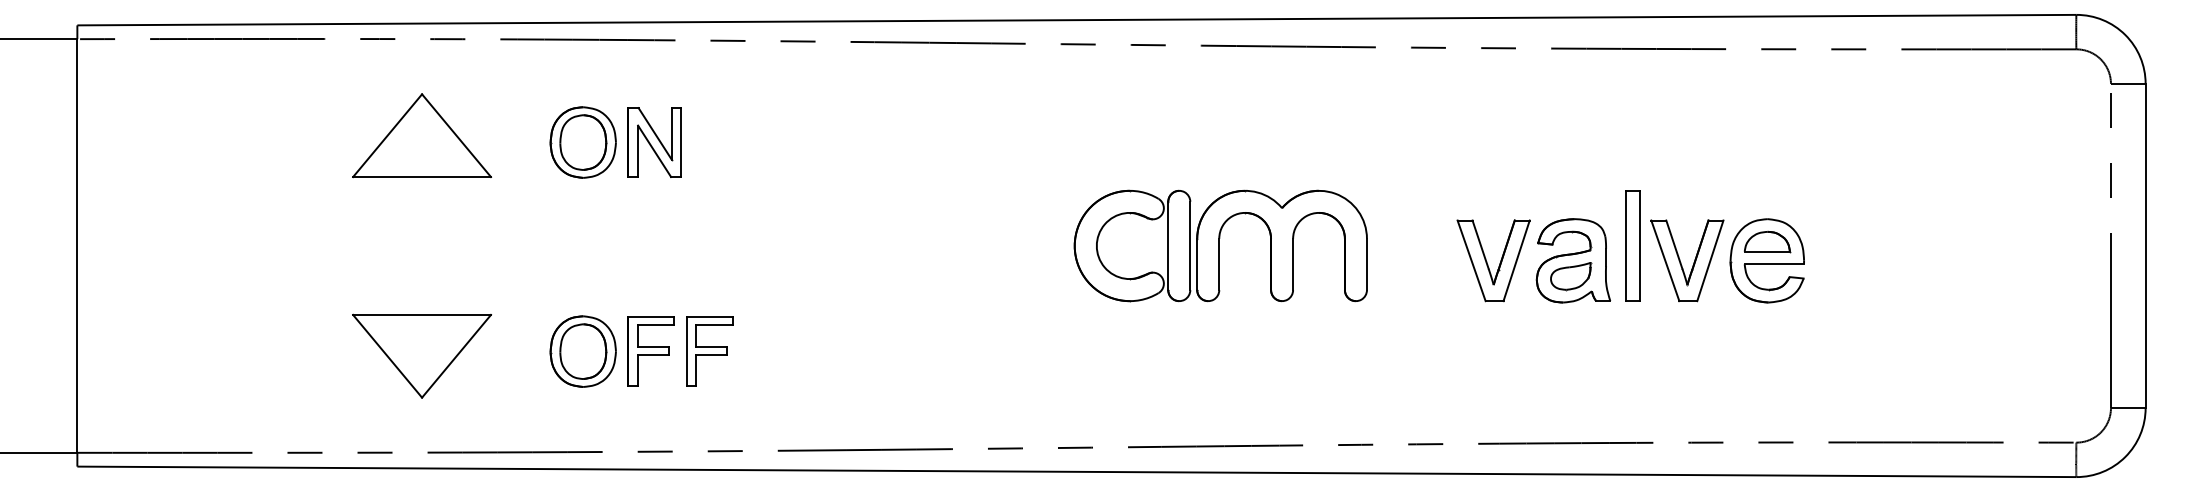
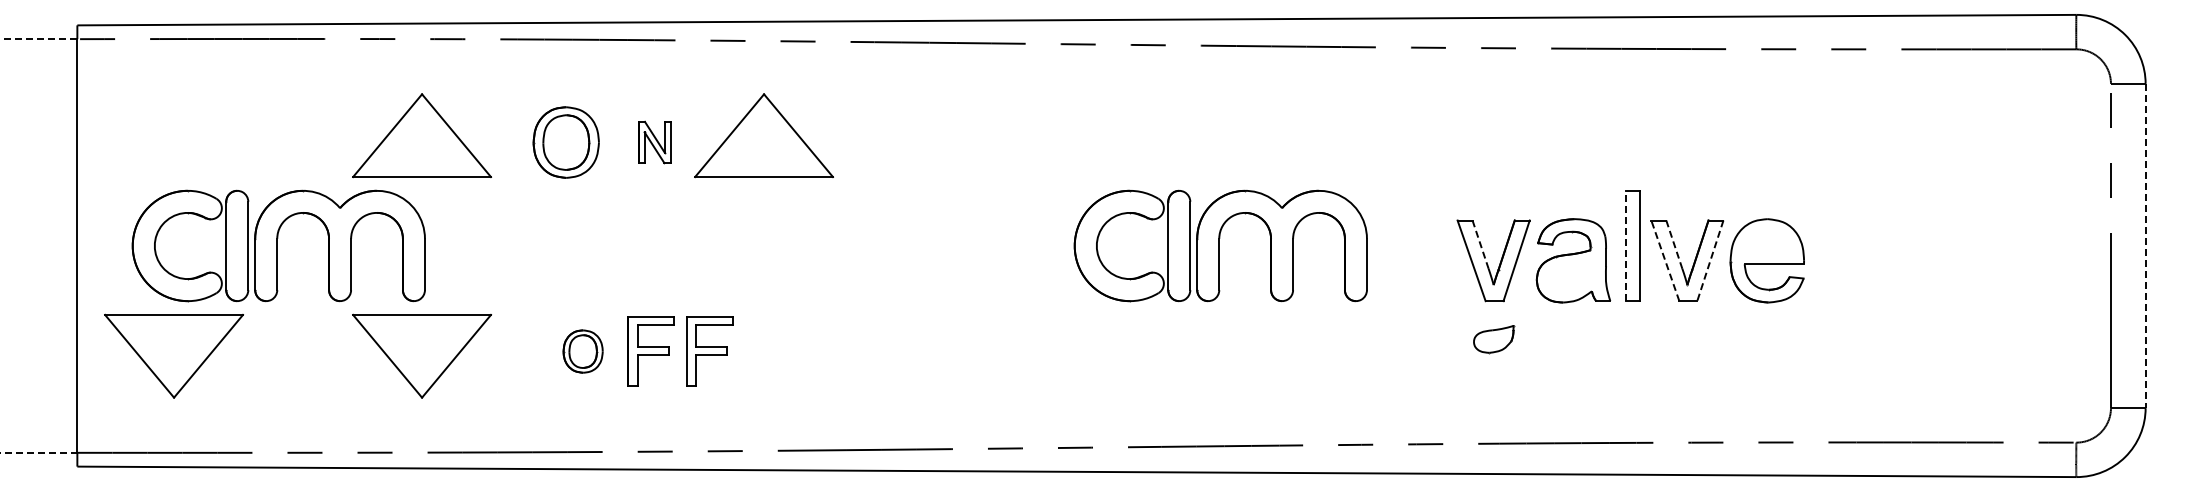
line at (38, 39): solid -> dashed
part at (763, 135): none -> present
part at (582, 142) position: (582, 142) -> (565, 142)
part at (654, 142) size: 55x71 px -> 34x45 px
part at (1767, 241): present -> none
part at (278, 245): none -> present
line at (1480, 245): solid -> dashed
line at (1625, 245): solid -> dashed
line at (1674, 245): solid -> dashed
line at (2145, 246): solid -> dashed
line at (1665, 260): solid -> dashed
line at (1710, 261): solid -> dashed
part at (1571, 276) position: (1571, 276) -> (1494, 339)
part at (582, 351) size: 68x73 px -> 42x45 px
part at (173, 355): none -> present
line at (39, 452): solid -> dashed
